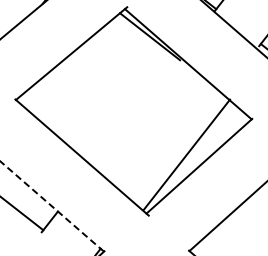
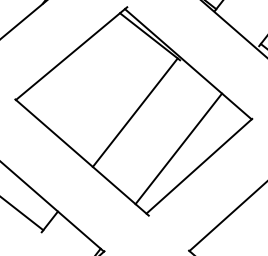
line at (134, 112): none -> present
line at (186, 154) position: (186, 154) -> (178, 148)
line at (52, 206): dashed -> solid
